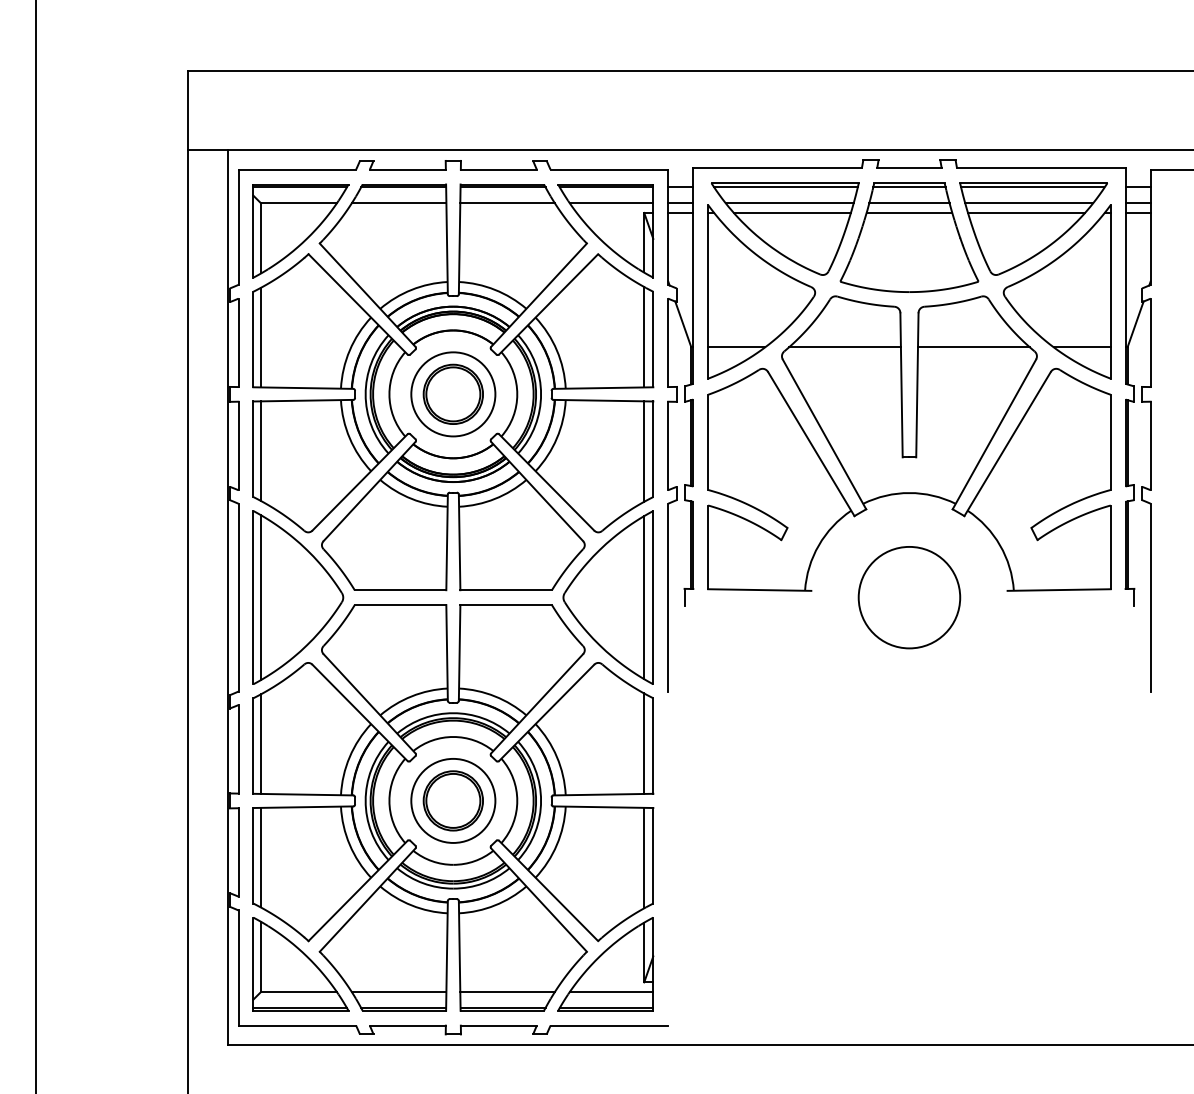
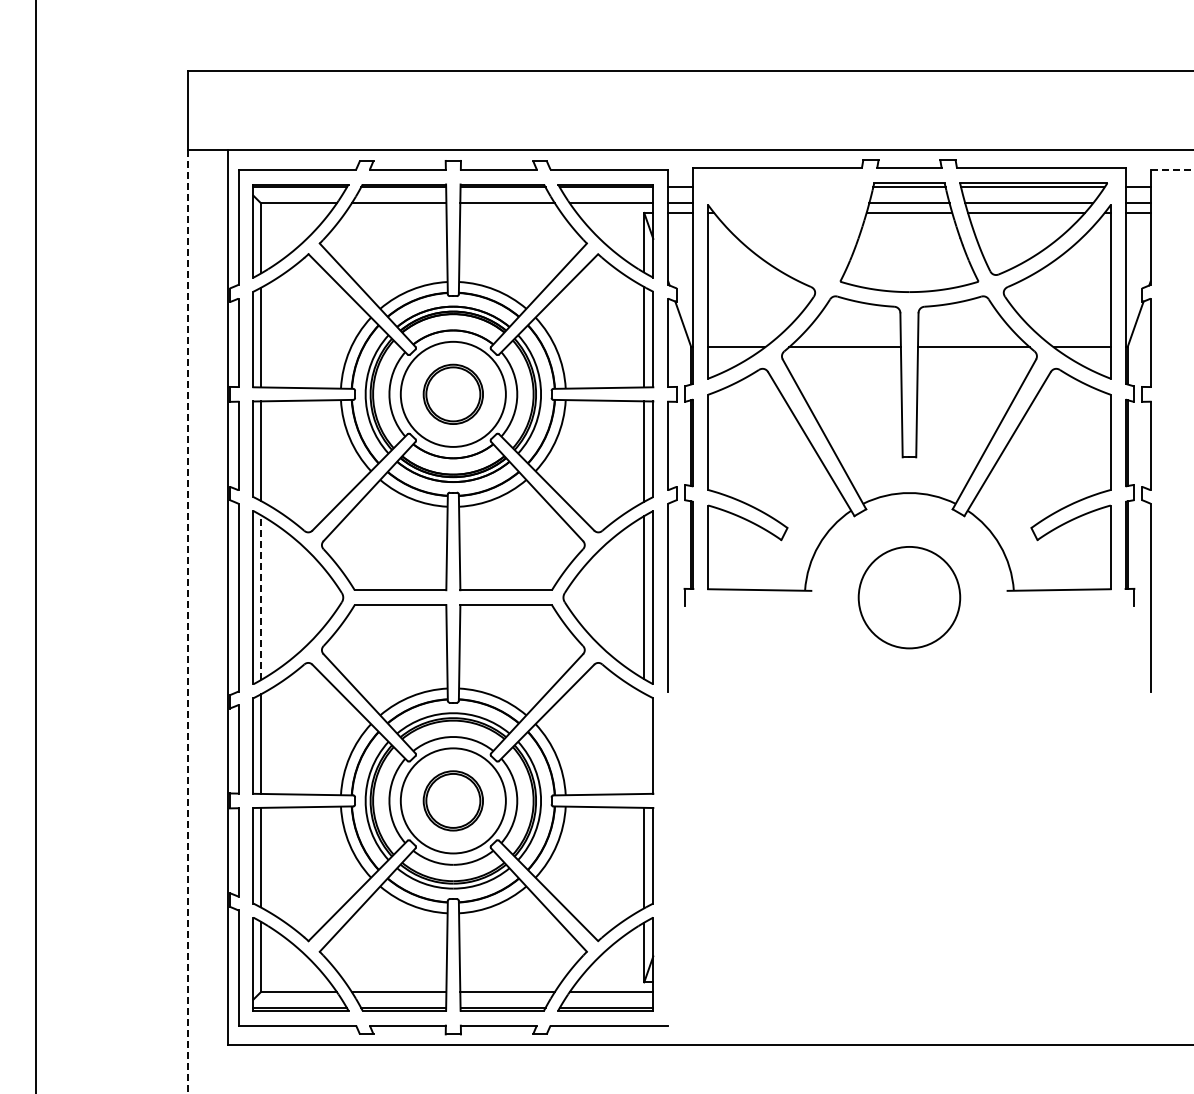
line at (1171, 169): solid -> dashed
part at (785, 228): present -> none
circle at (453, 394) diameter: 84 px -> 105 px
line at (260, 597): solid -> dashed
line at (188, 622): solid -> dashed
line at (644, 743): present -> none
circle at (453, 800) diameter: 84 px -> 105 px
